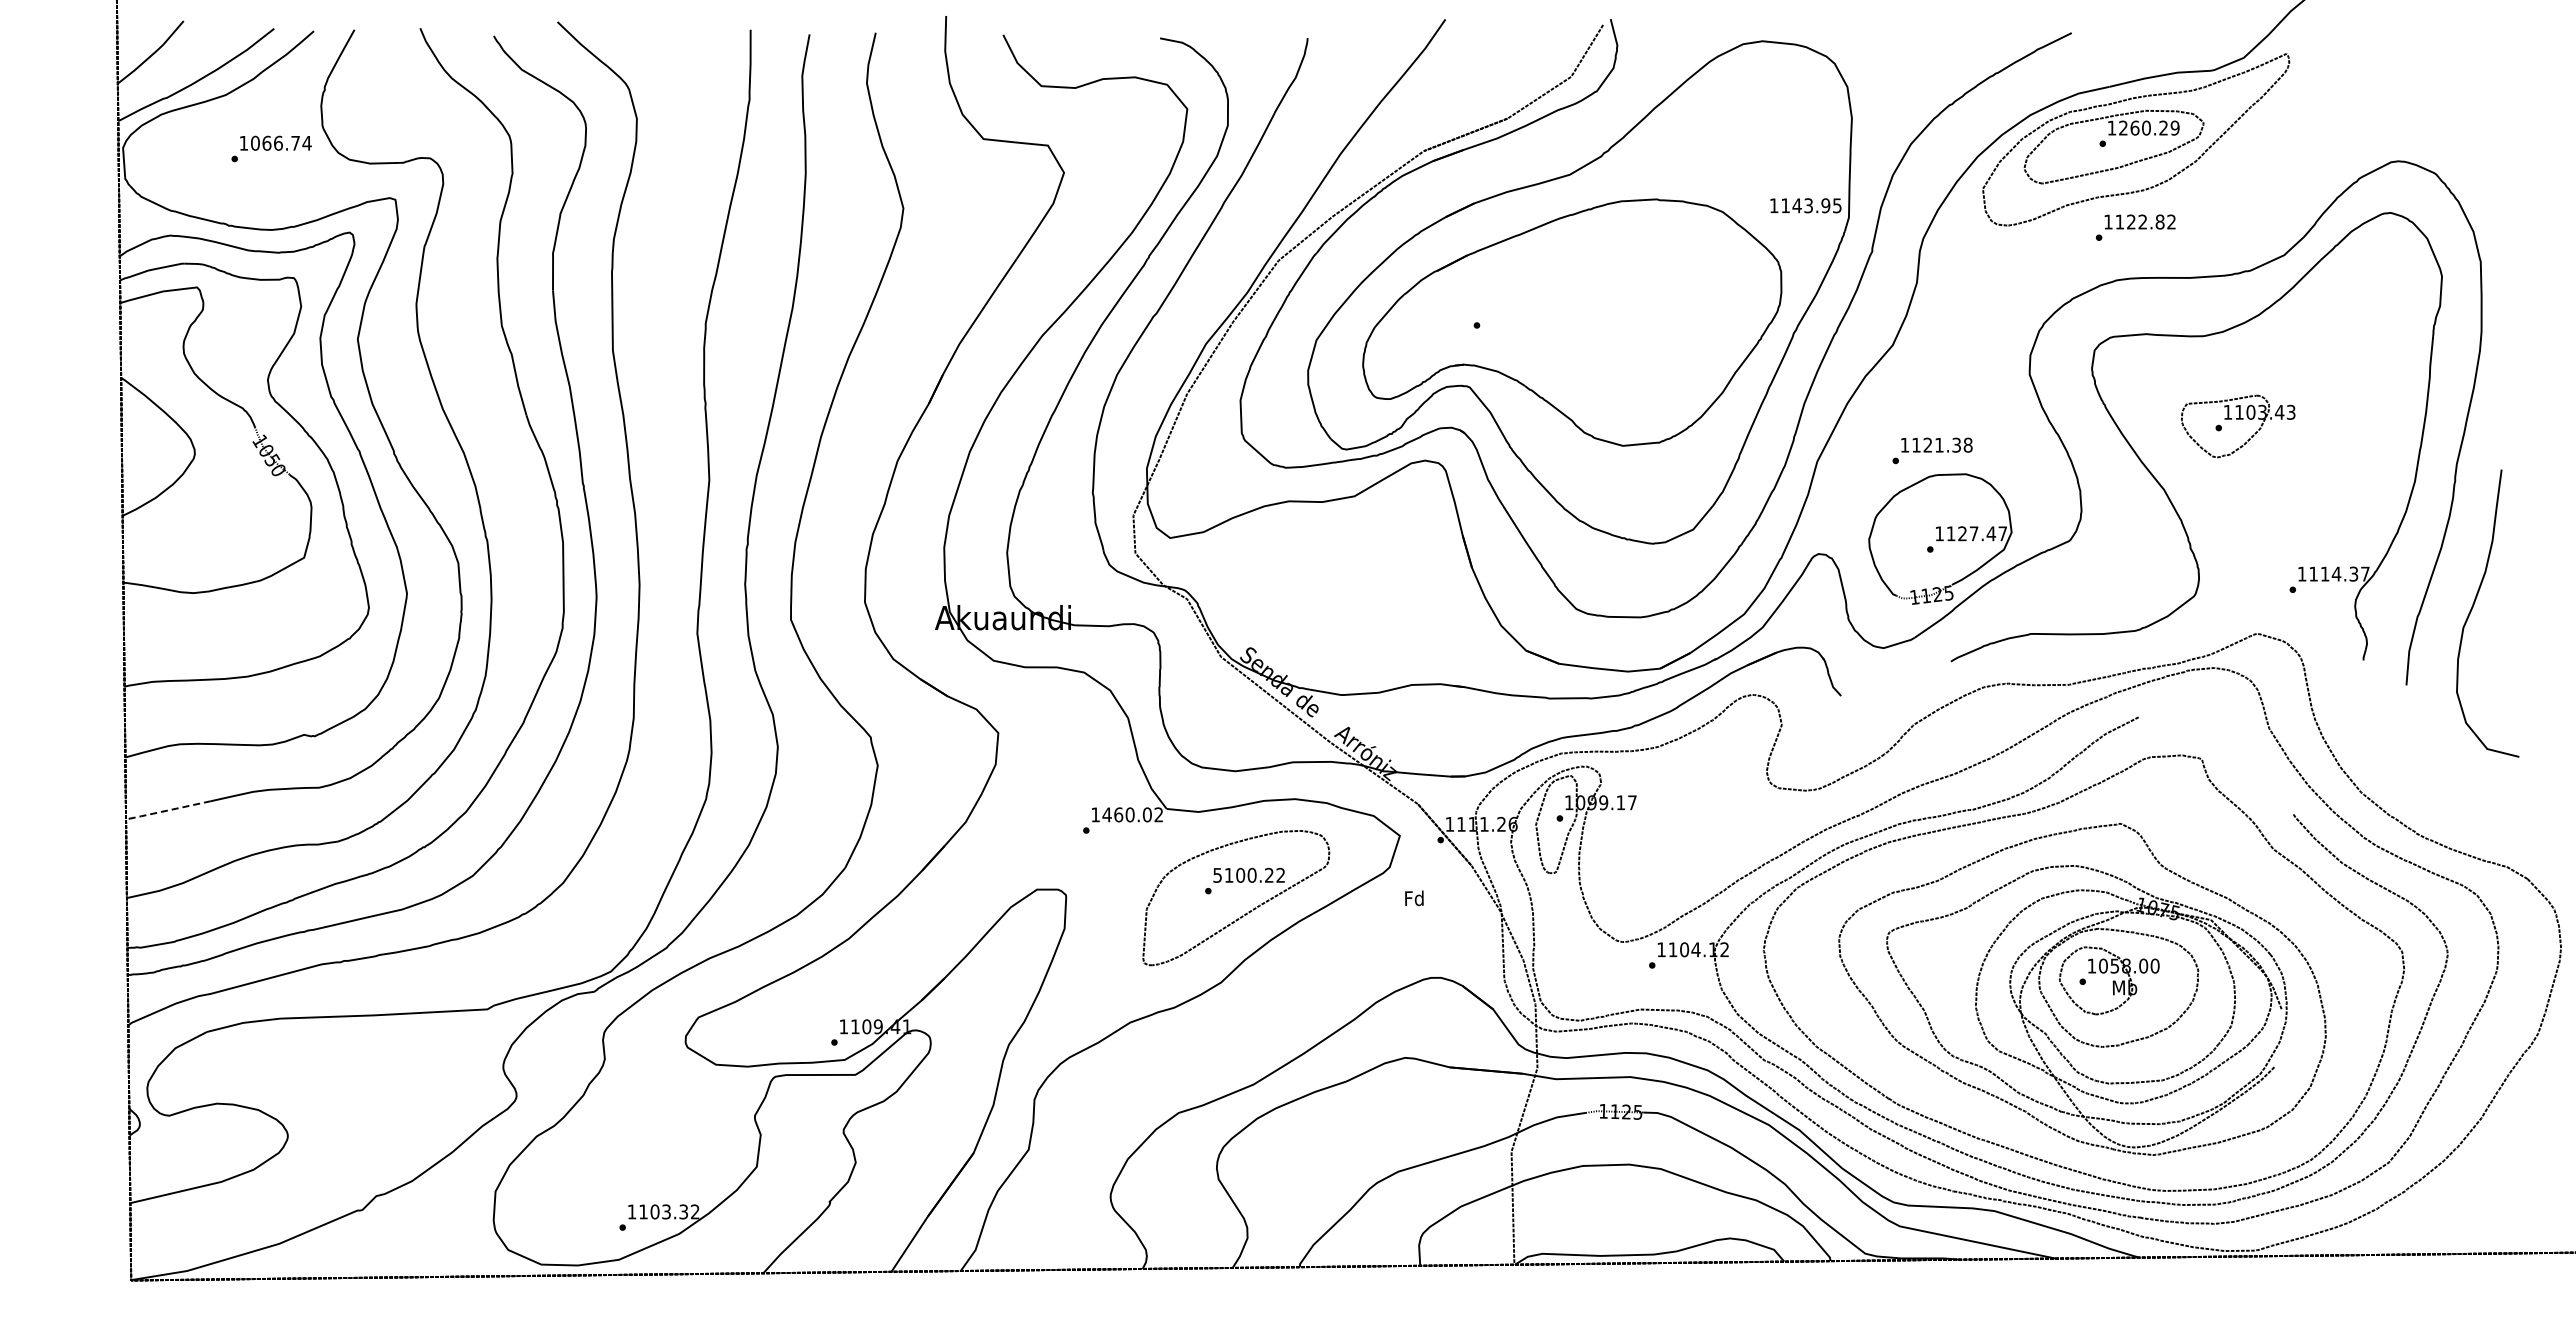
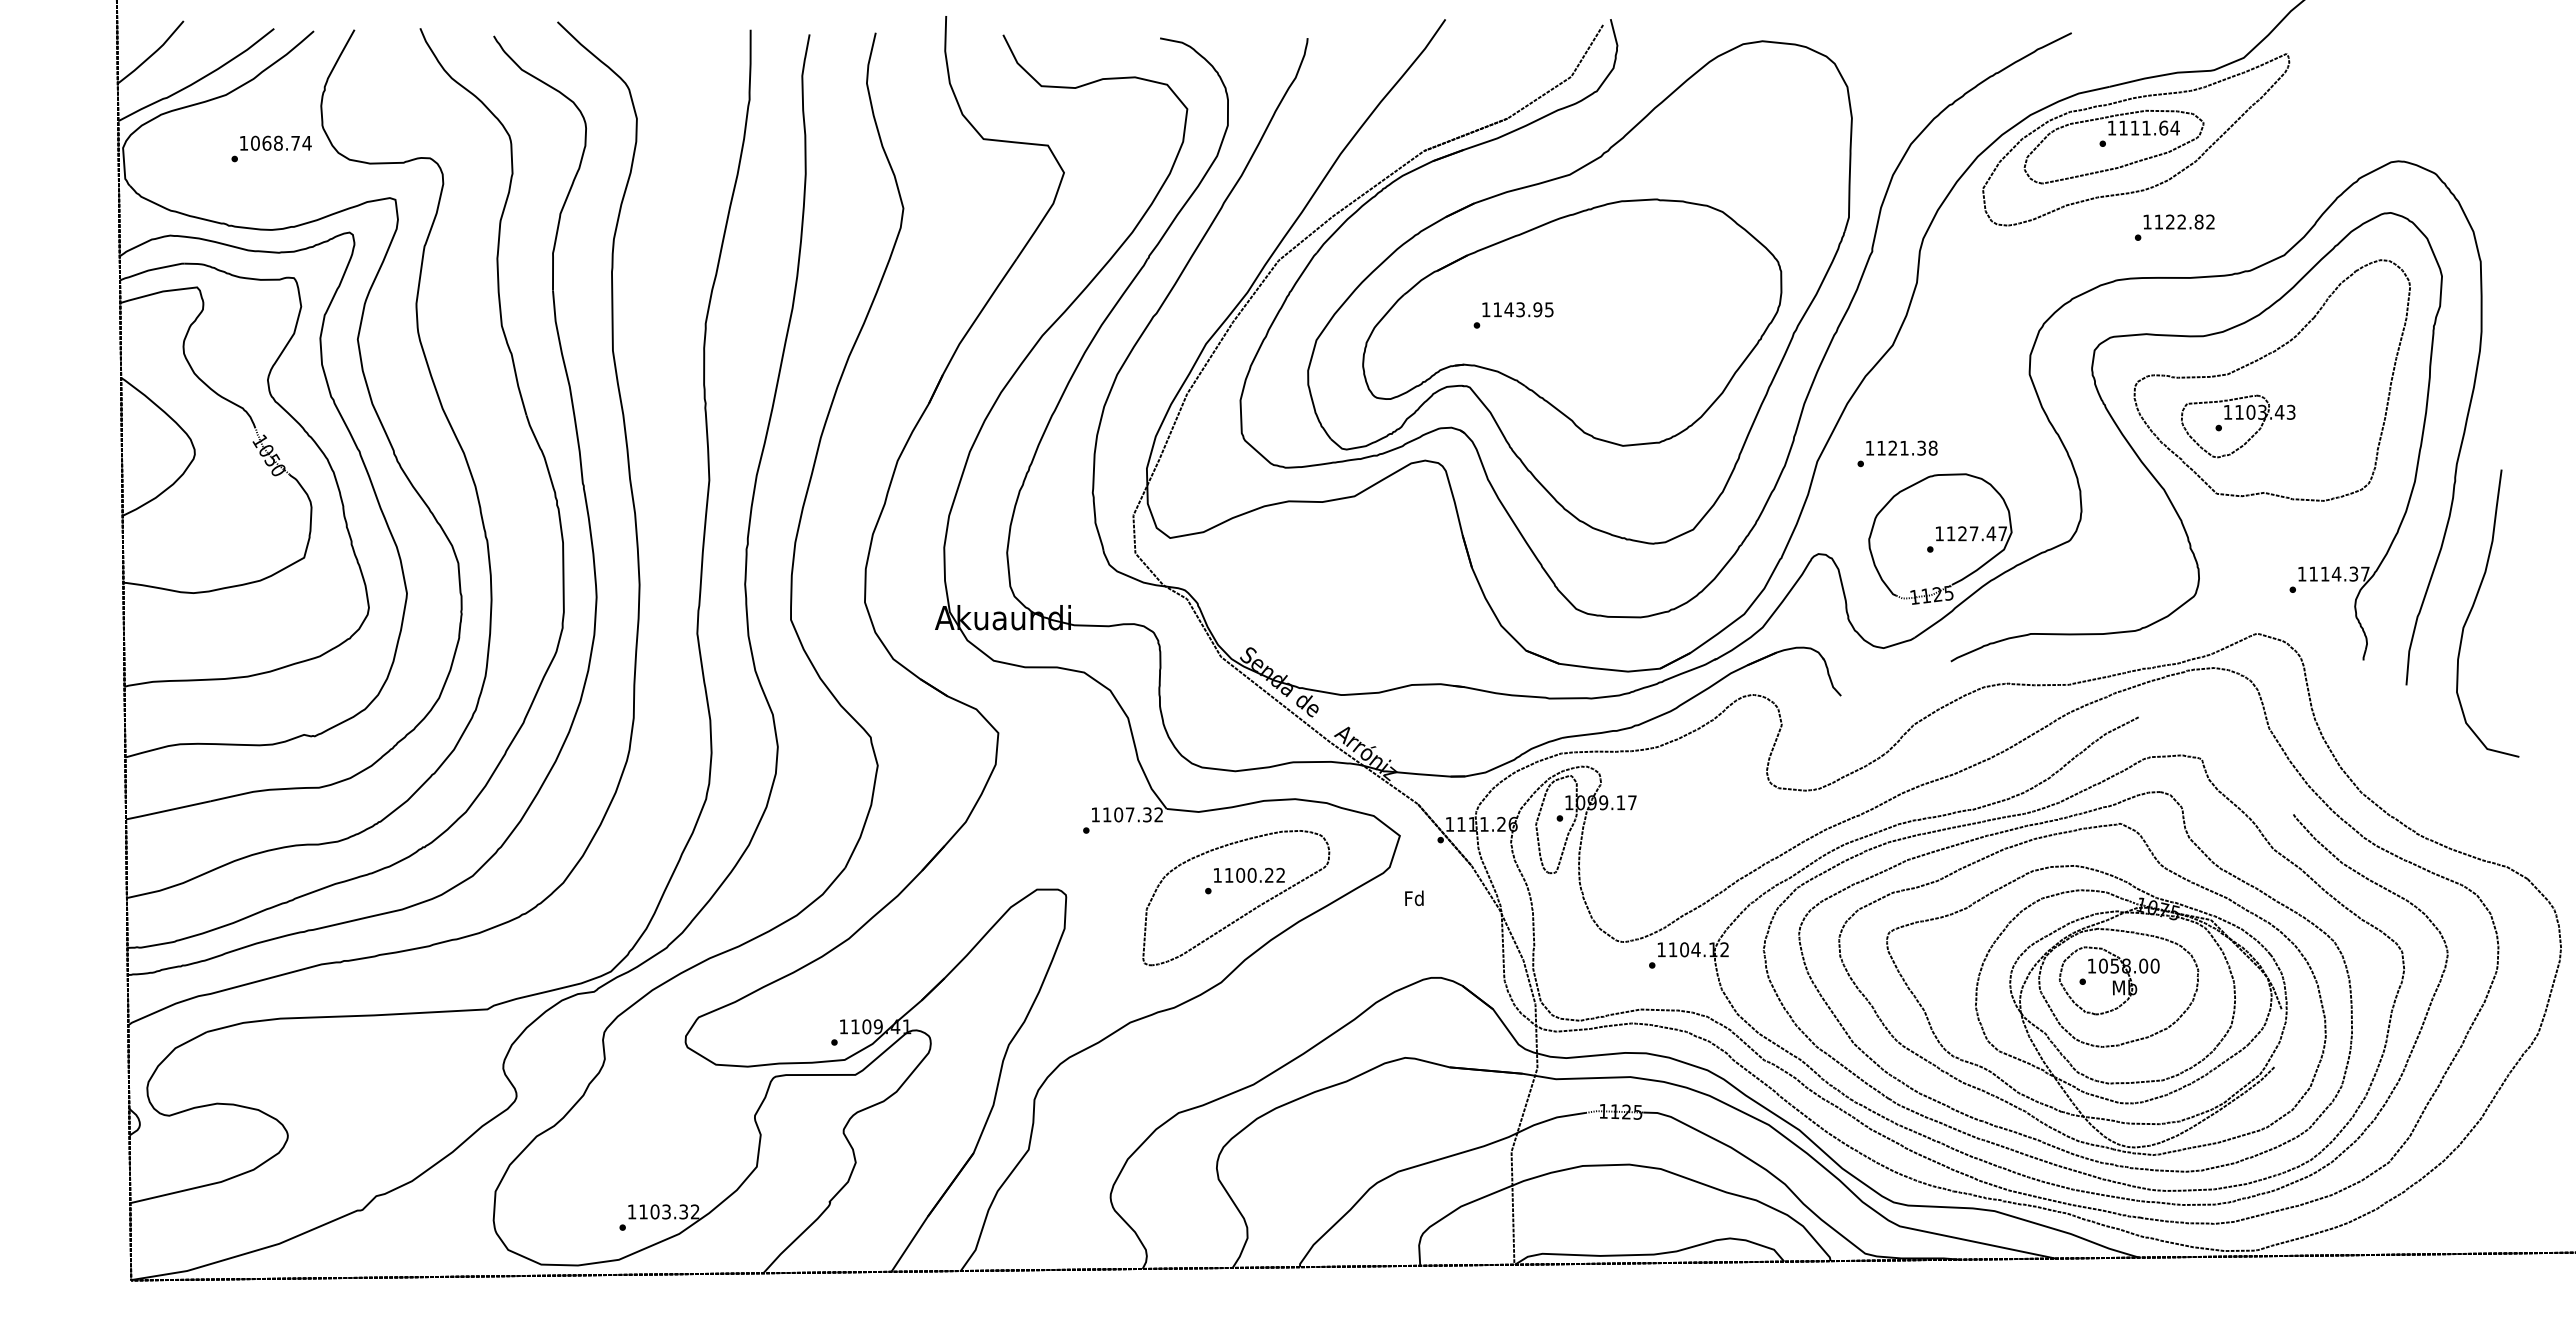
text at (2149, 127): 1260.29 -> 1111.64
text at (278, 142): 1066.74 -> 1068.74
text at (1805, 205) position: (1805, 205) -> (1517, 309)
text at (2135, 227) position: (2135, 227) -> (2174, 227)
part at (2261, 359): none -> present
text at (1932, 450) position: (1932, 450) -> (1897, 453)
line at (168, 810): dashed -> solid
text at (1126, 814): 1460.02 -> 1107.32
part at (2041, 824): none -> present
text at (1217, 875): 5100.22 -> 1100.22
